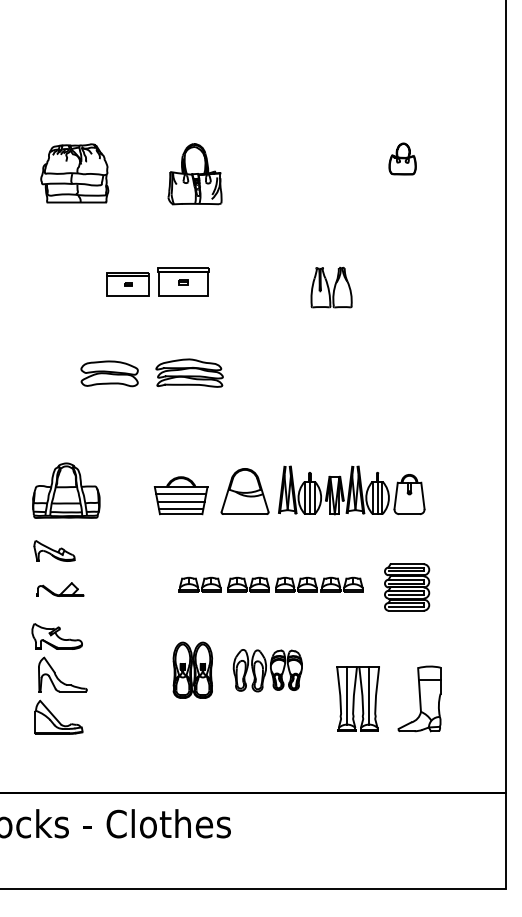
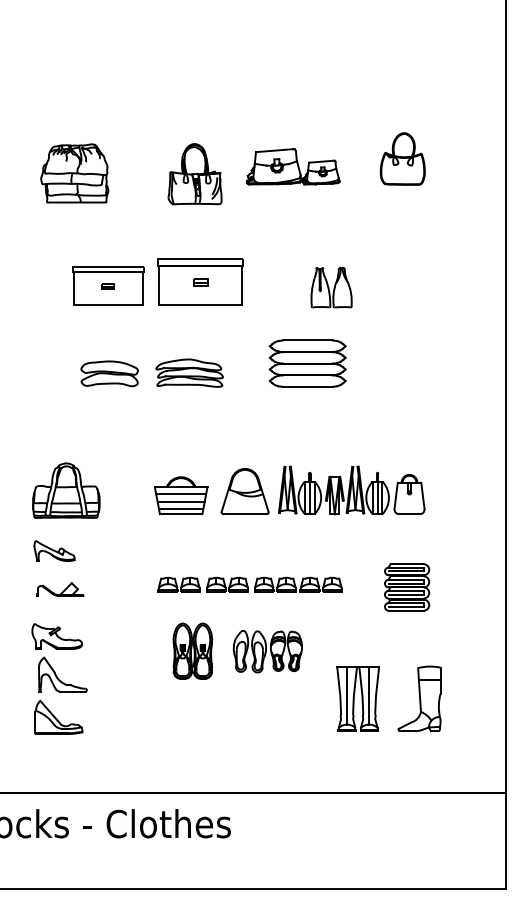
part at (402, 158) size: 29x34 px -> 47x54 px
part at (292, 166): none -> present
part at (157, 281) size: 104x30 px -> 172x48 px
part at (307, 363): none -> present
part at (270, 584) position: (270, 584) -> (249, 584)
part at (237, 669) position: (237, 669) -> (237, 650)
